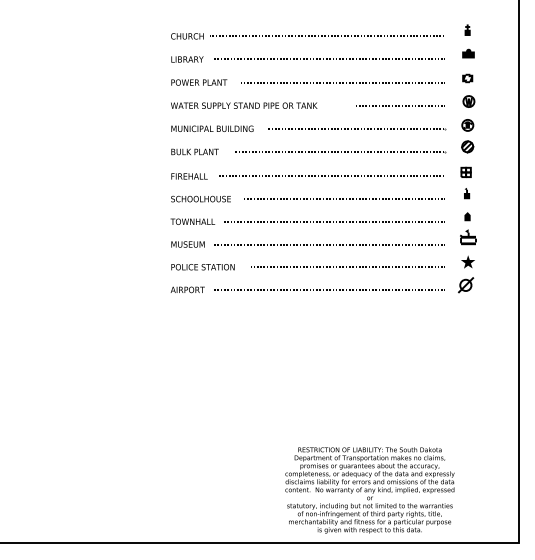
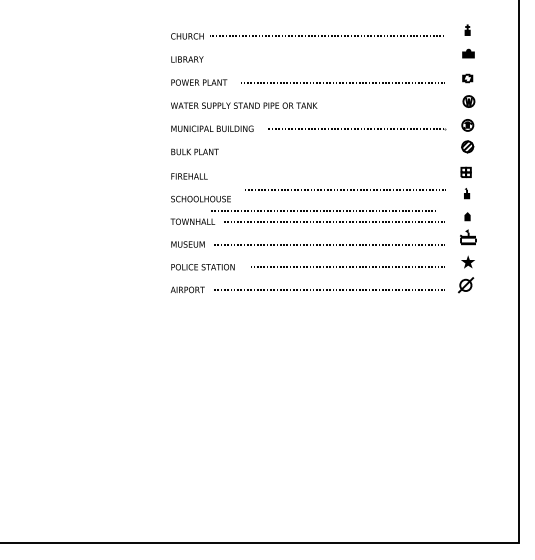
line at (328, 59): present -> none
line at (400, 105): present -> none
line at (340, 151): present -> none
line at (331, 175) position: (331, 175) -> (323, 210)
line at (343, 198) position: (343, 198) -> (344, 189)
part at (369, 490): present -> none
